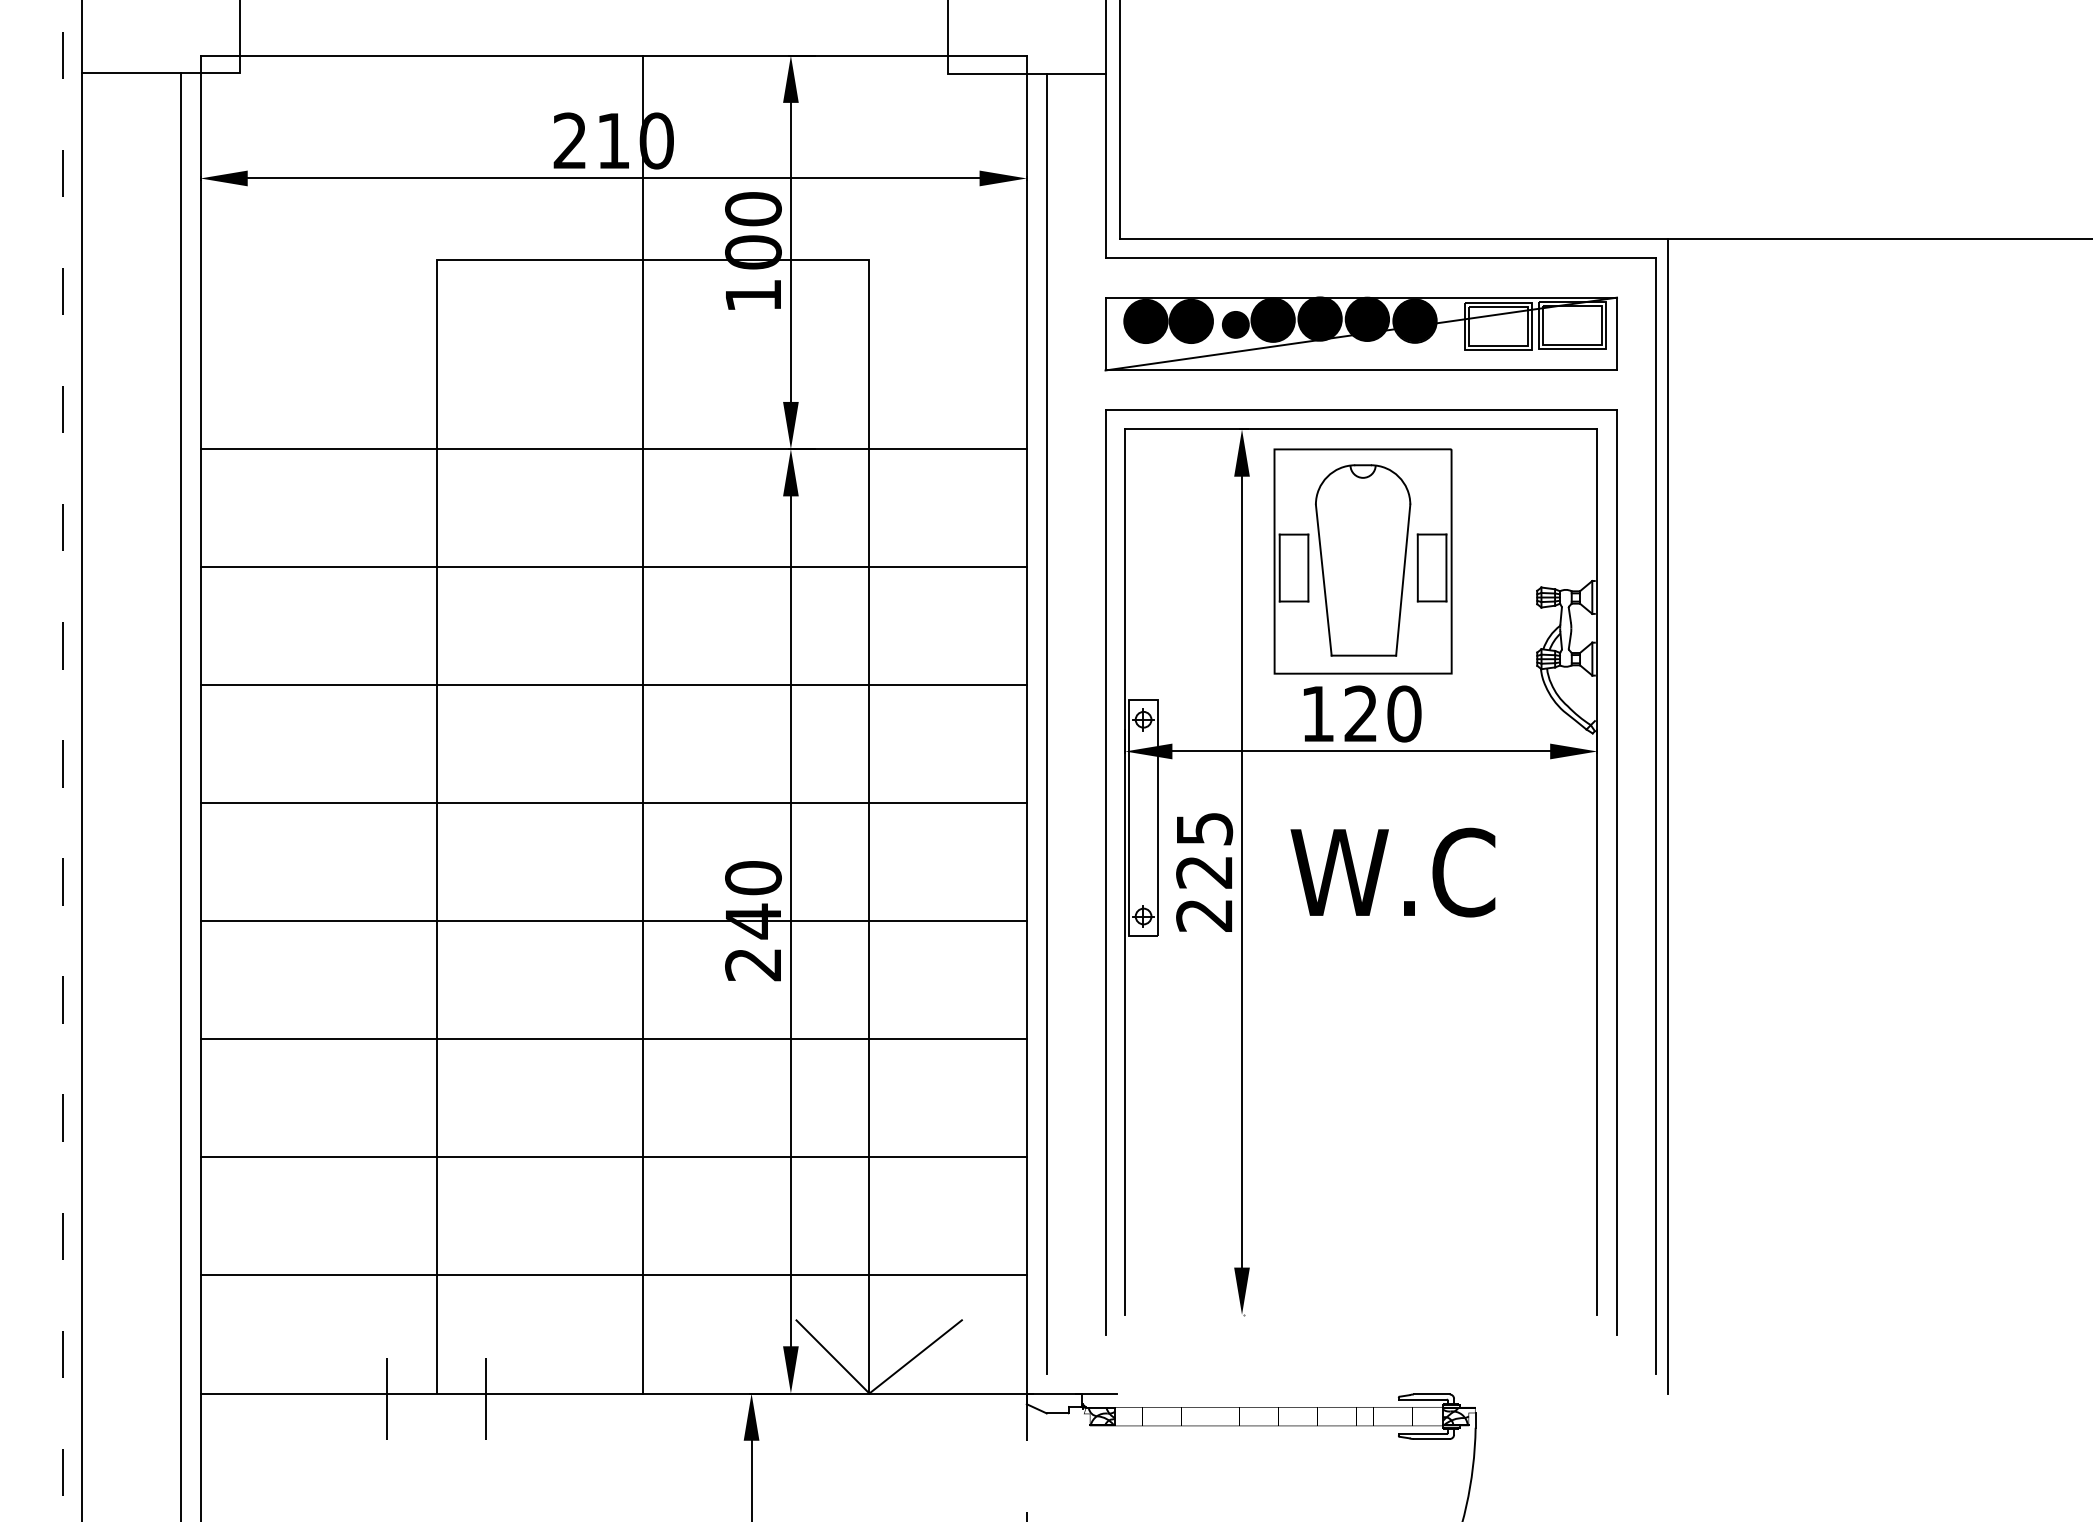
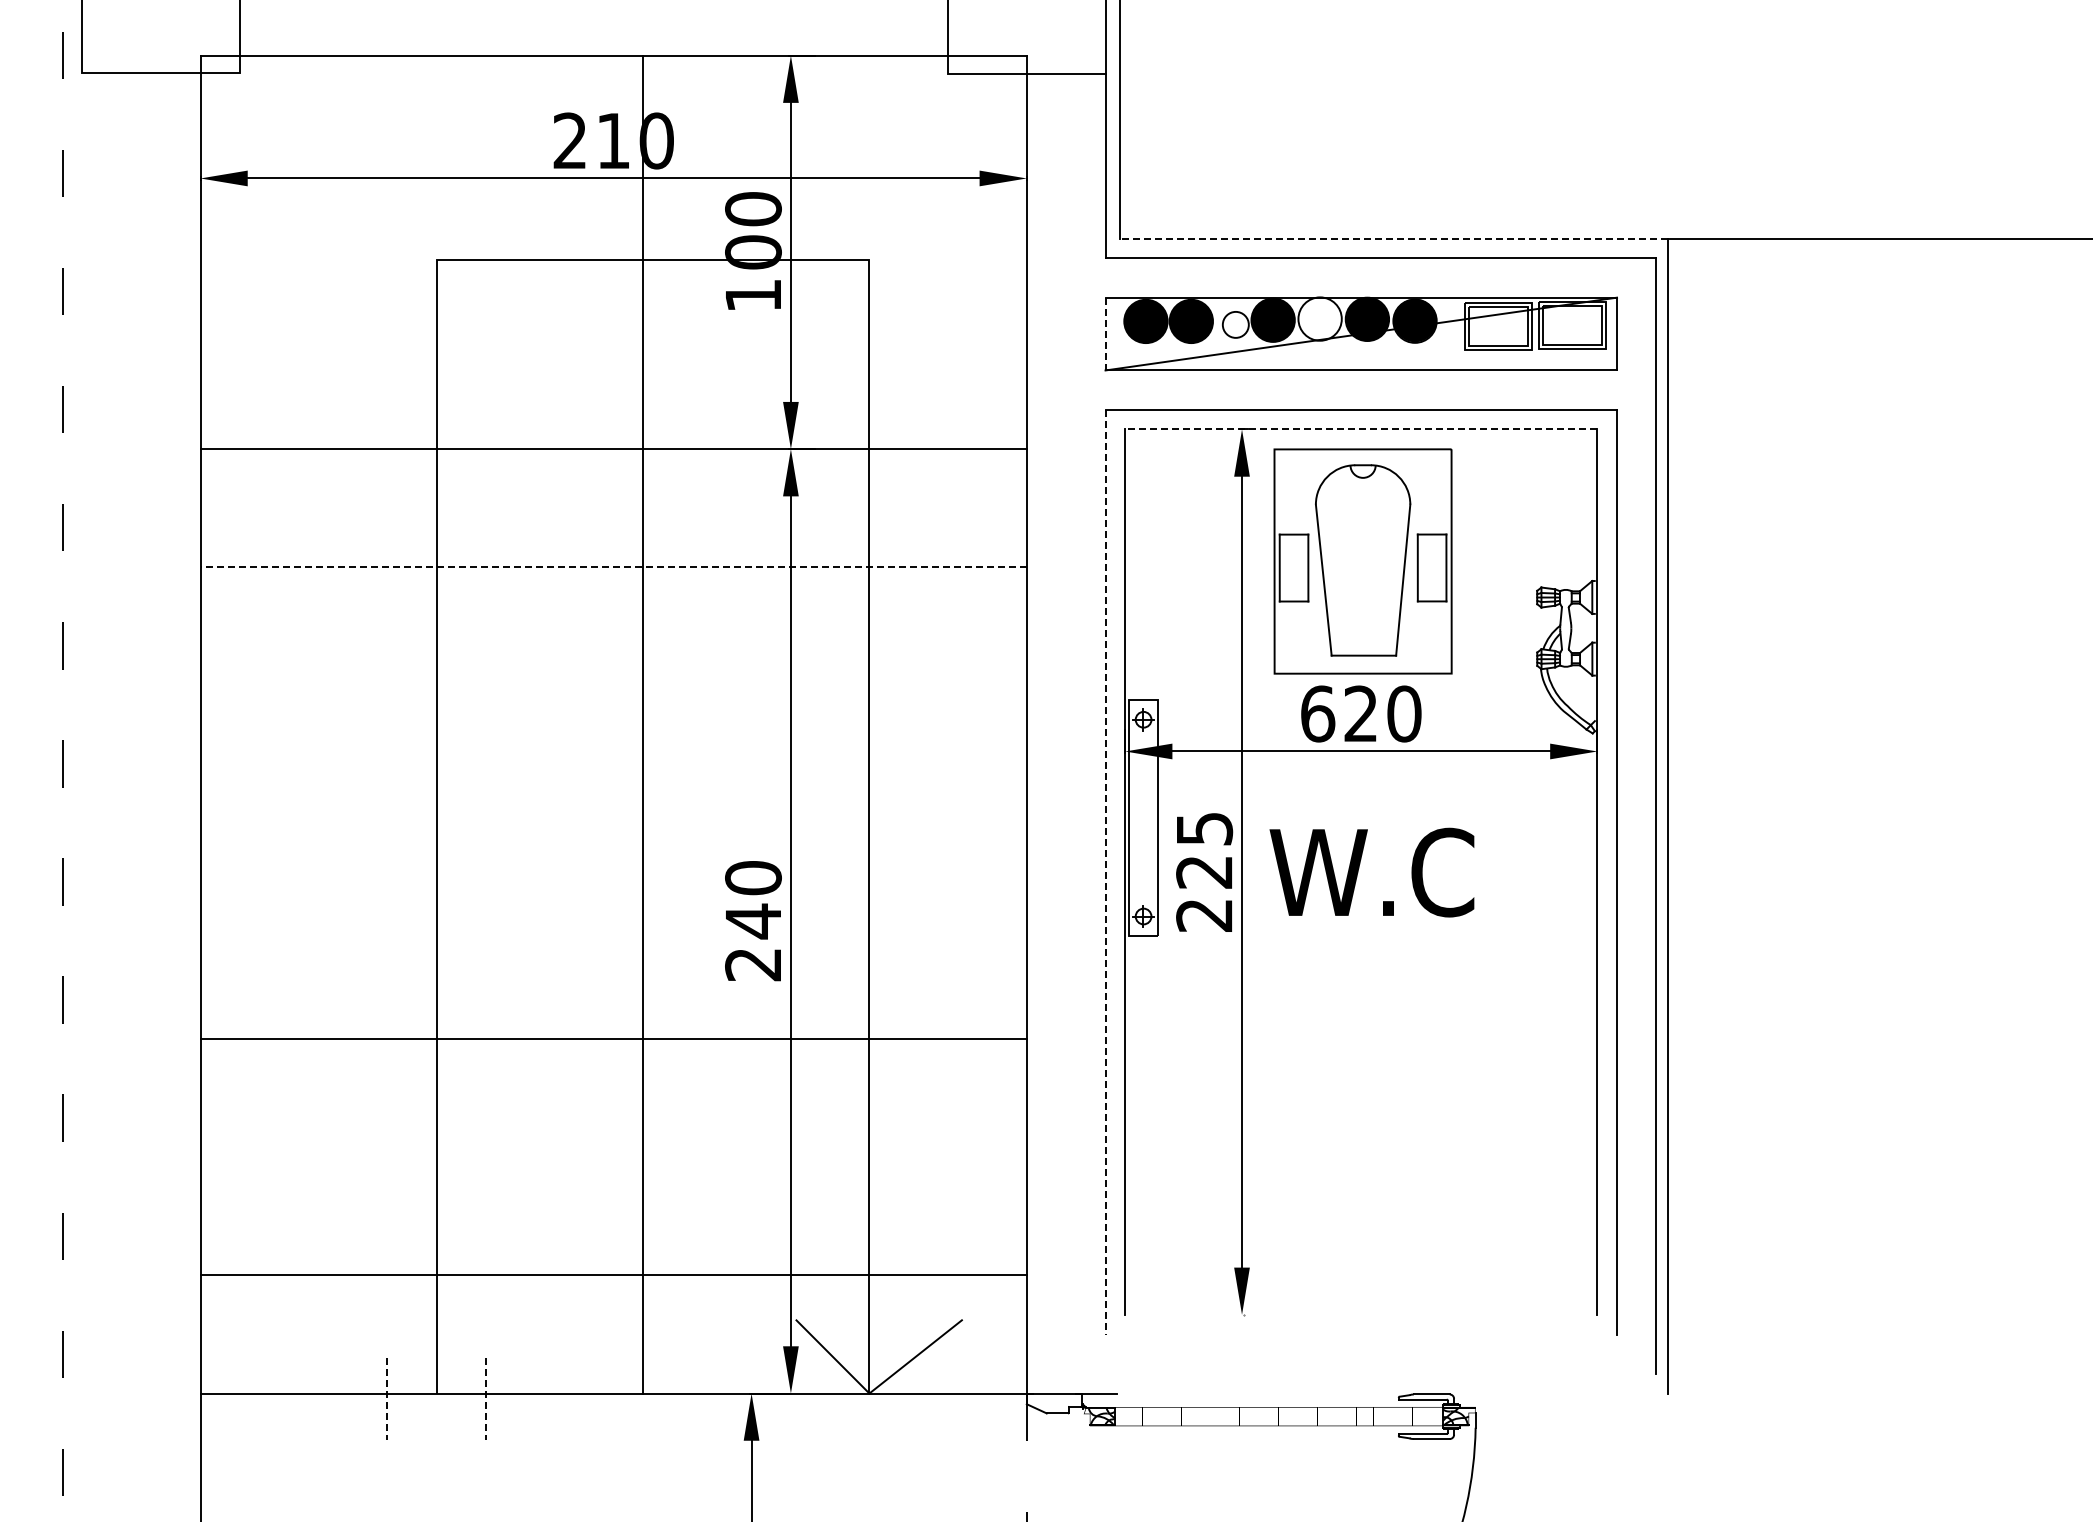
line at (1394, 238): solid -> dashed
fill at (1319, 318): present -> none
fill at (1235, 324): present -> none
line at (1105, 334): solid -> dashed
line at (1360, 429): solid -> dashed
line at (613, 567): solid -> dashed
line at (613, 685): present -> none
text at (1318, 713): 120 -> 620
line at (1046, 723): present -> none
line at (82, 795): present -> none
line at (180, 795): present -> none
line at (613, 803): present -> none
line at (1105, 872): solid -> dashed
text at (1392, 872) position: (1392, 872) -> (1371, 872)
line at (613, 921): present -> none
line at (613, 1157): present -> none
line at (387, 1398): solid -> dashed
line at (486, 1398): solid -> dashed
